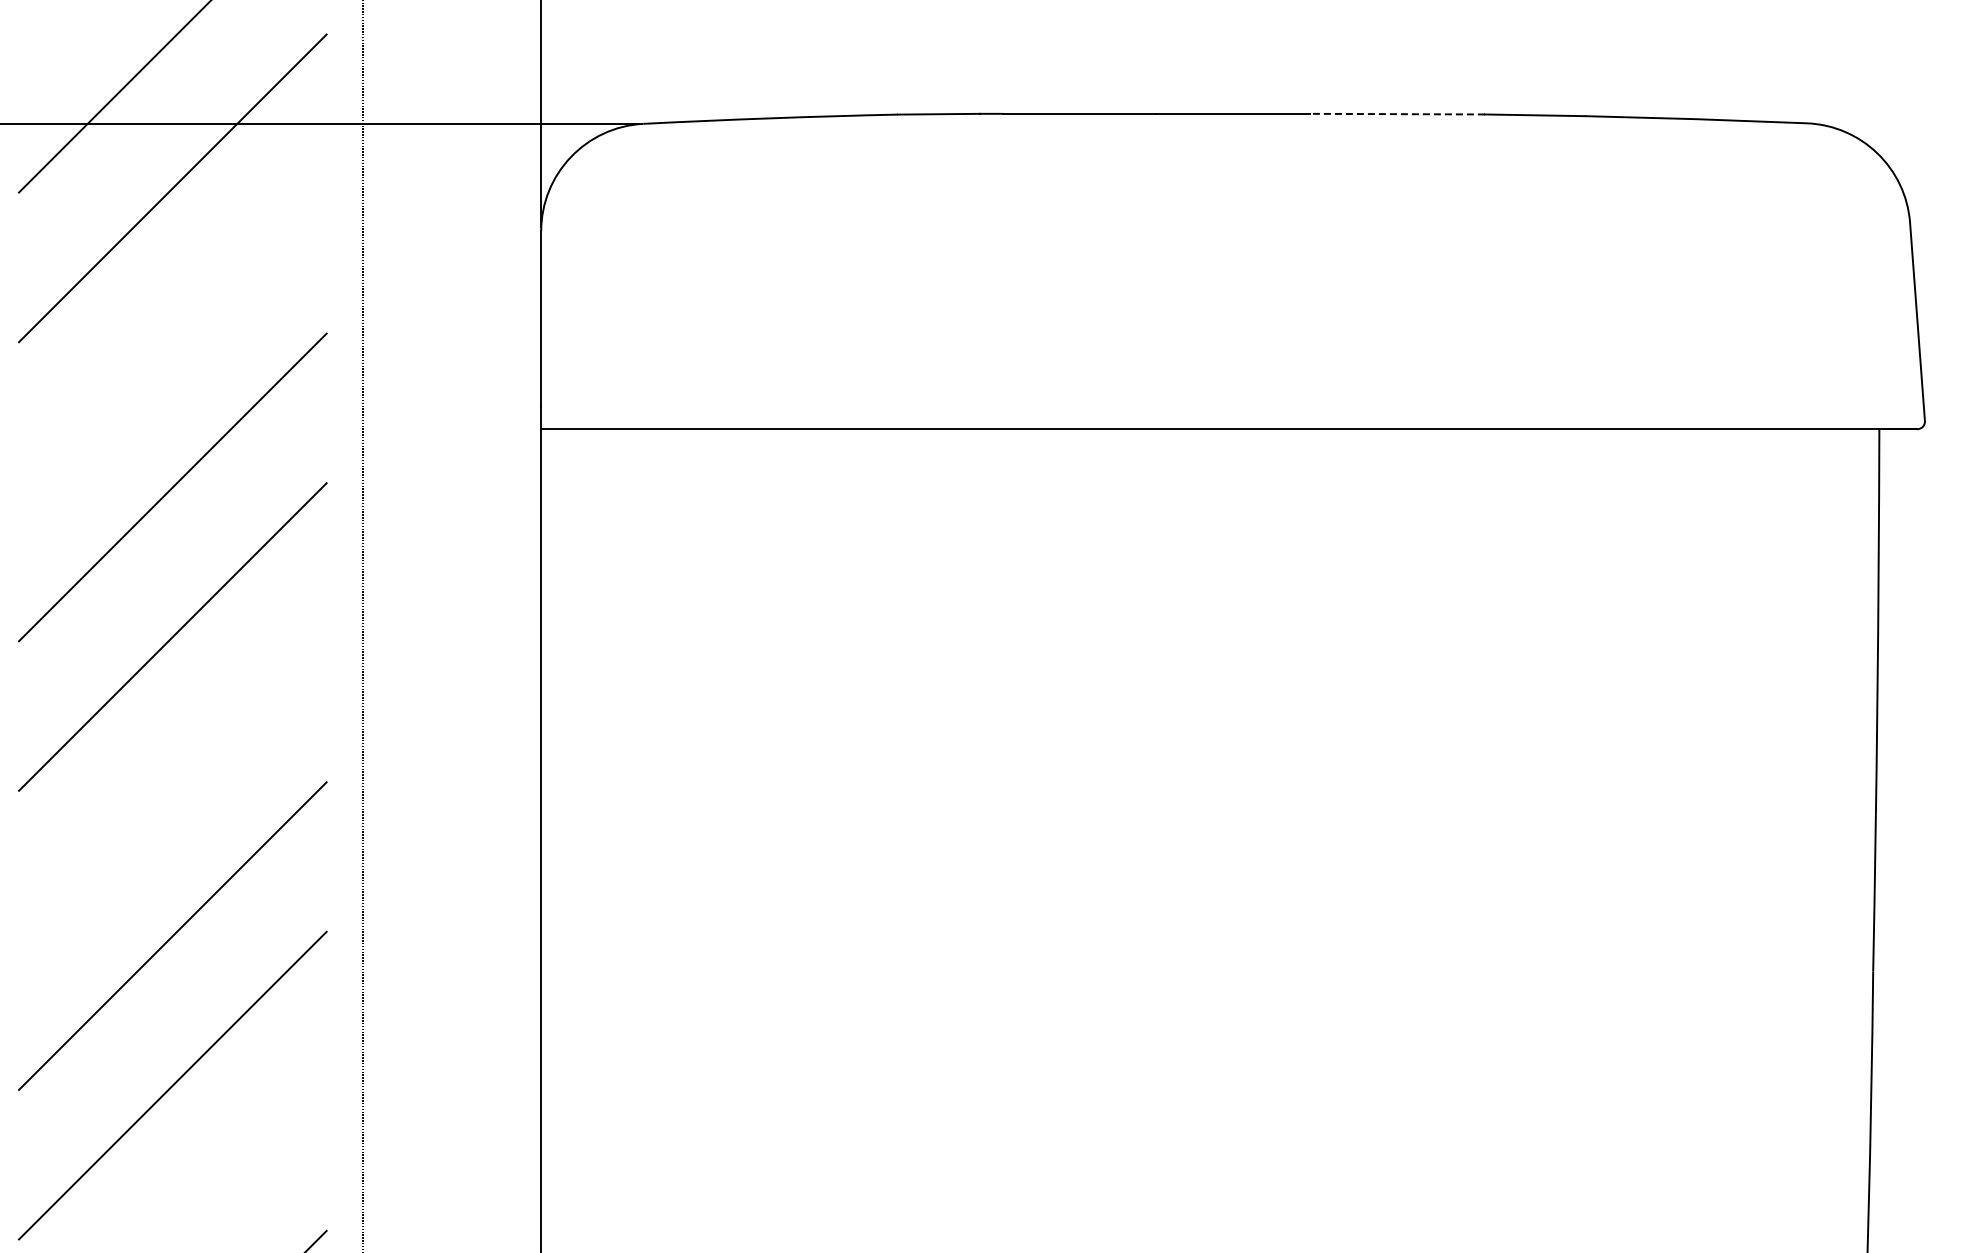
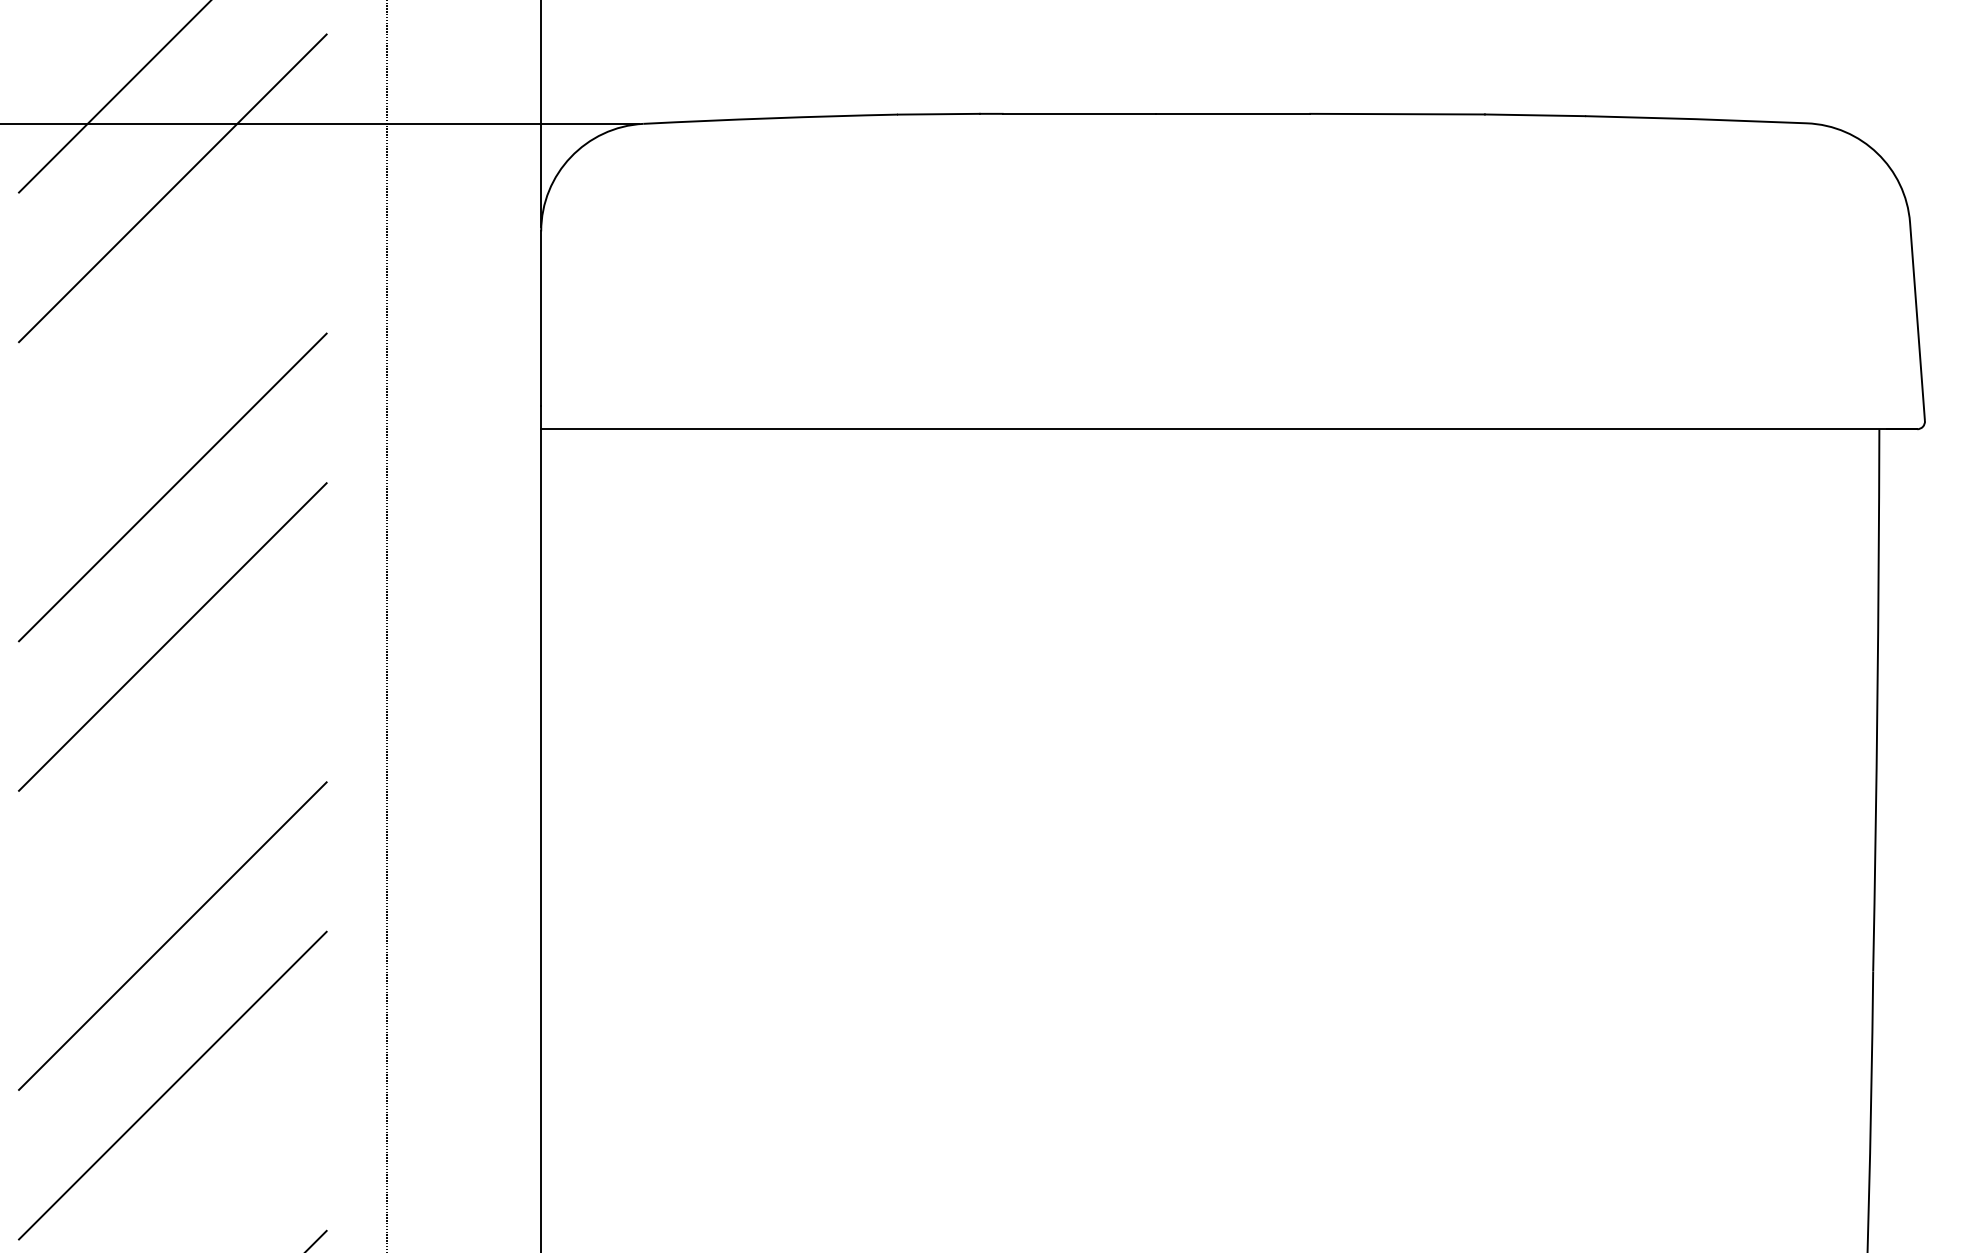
line at (1397, 114): dashed -> solid
line at (363, 625) position: (363, 625) -> (387, 625)
